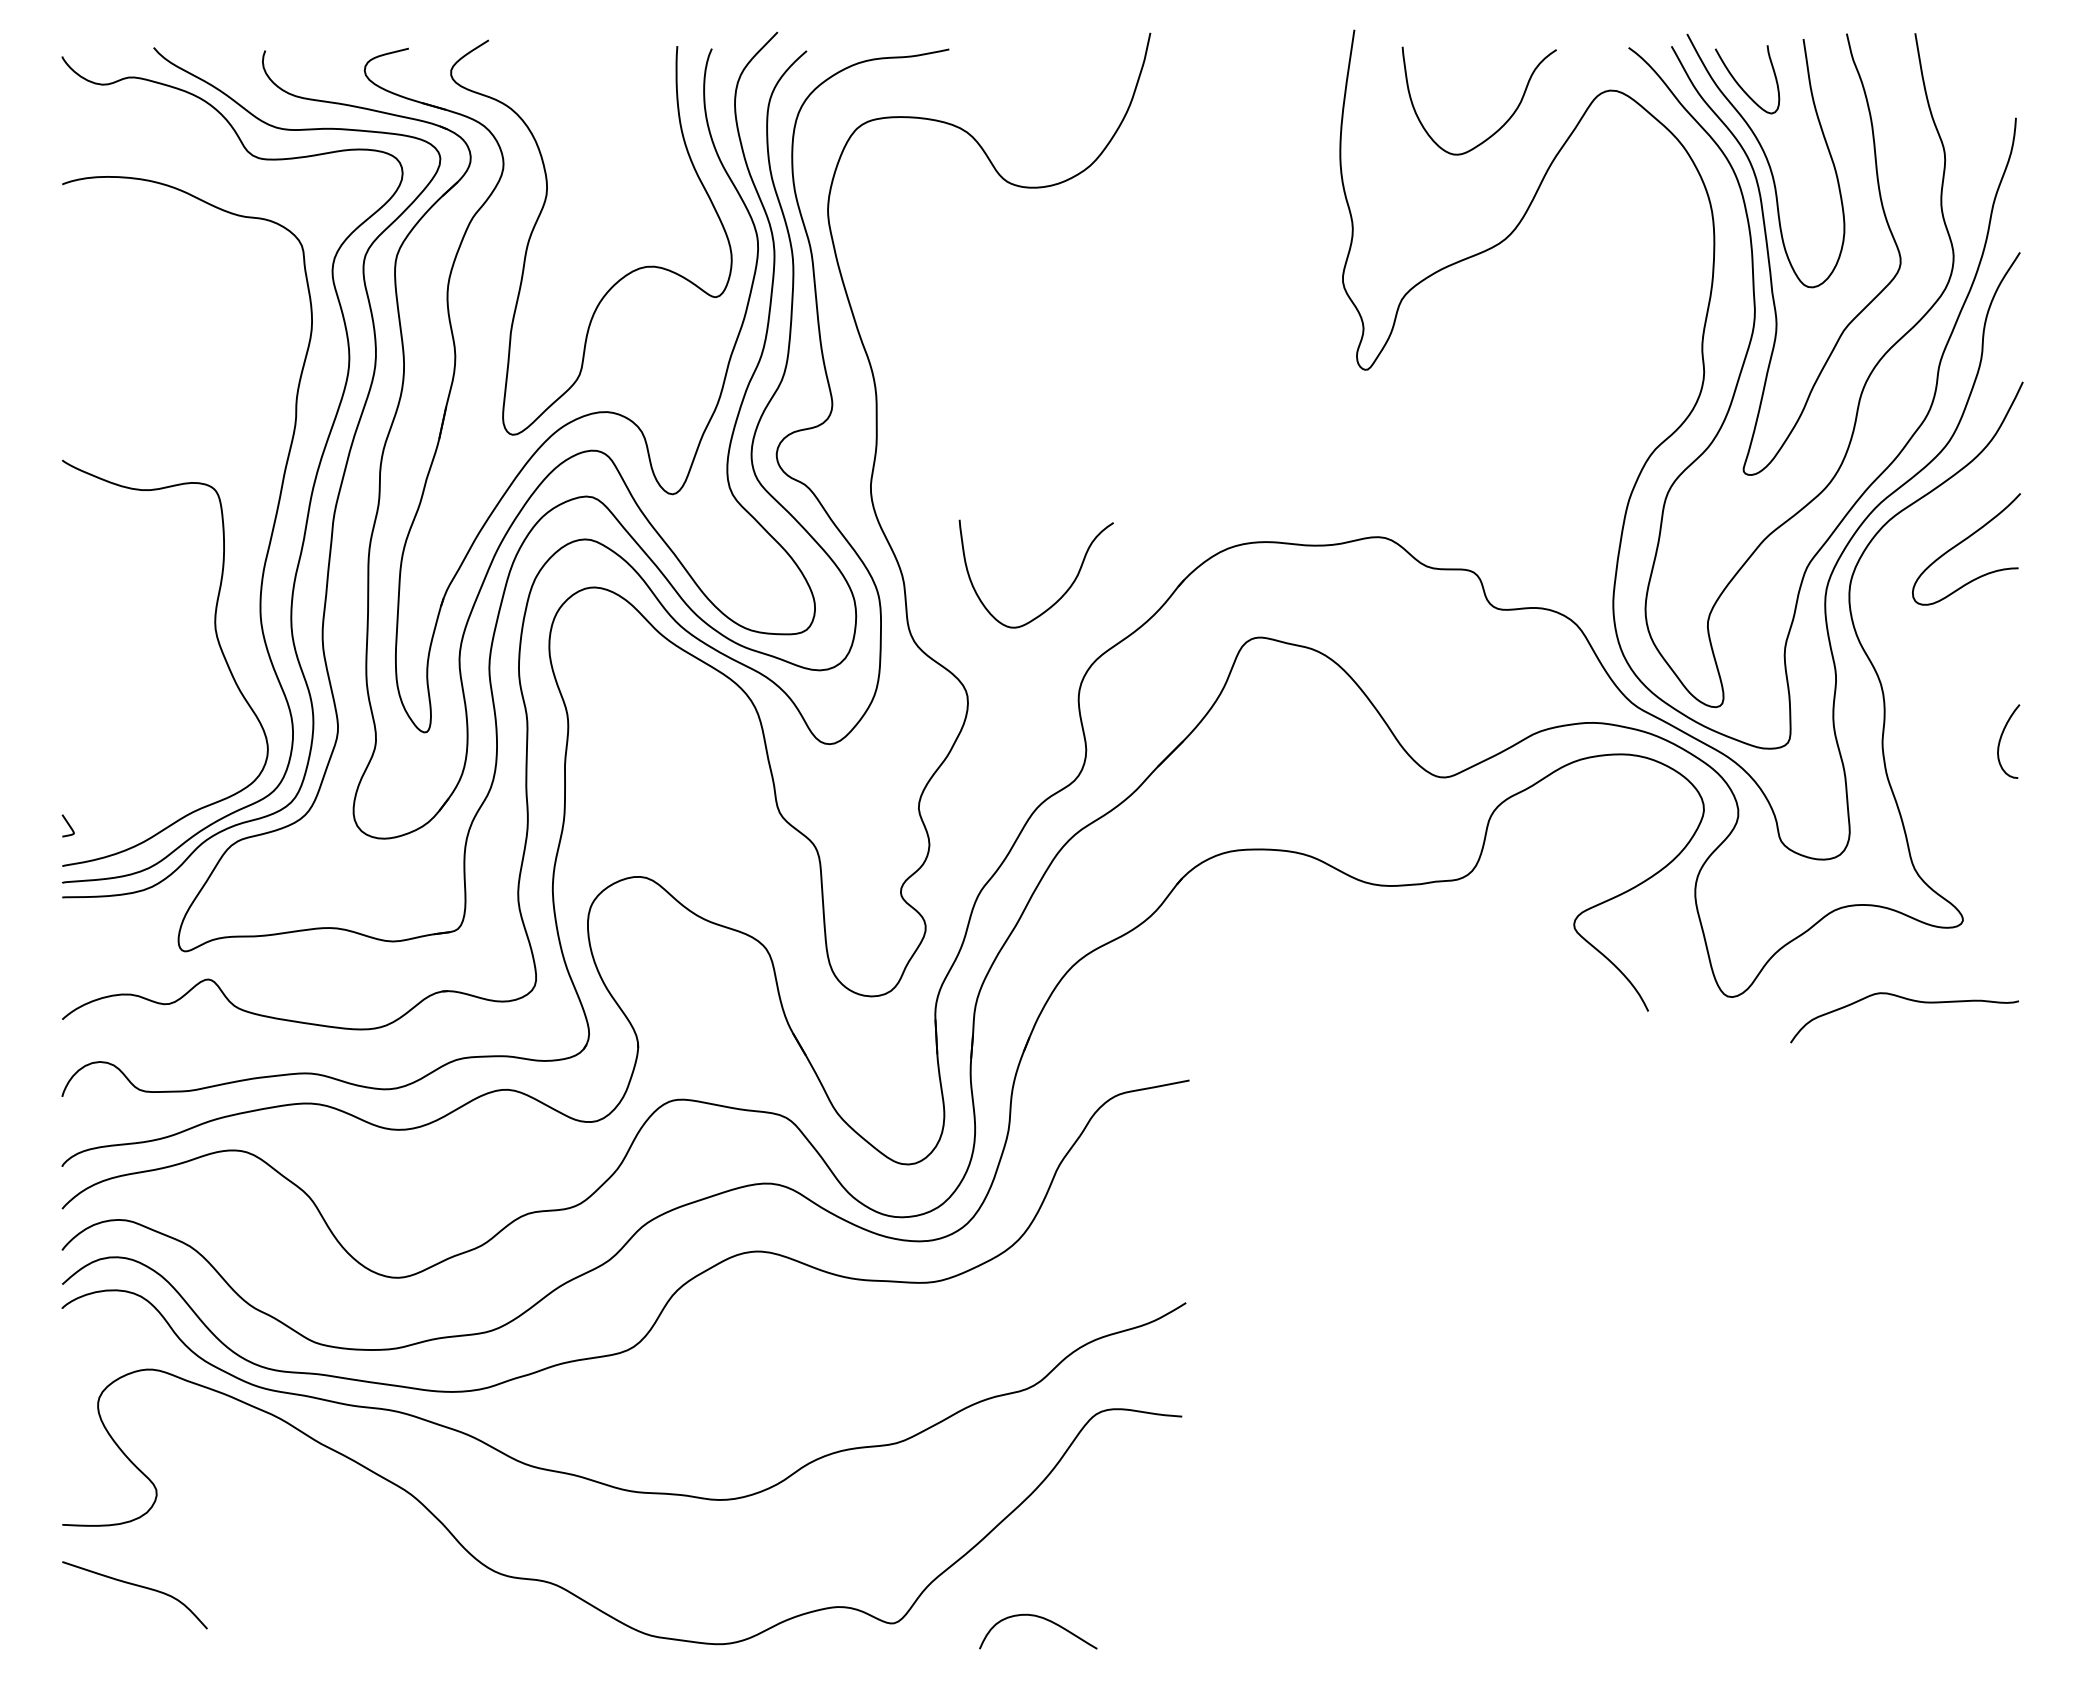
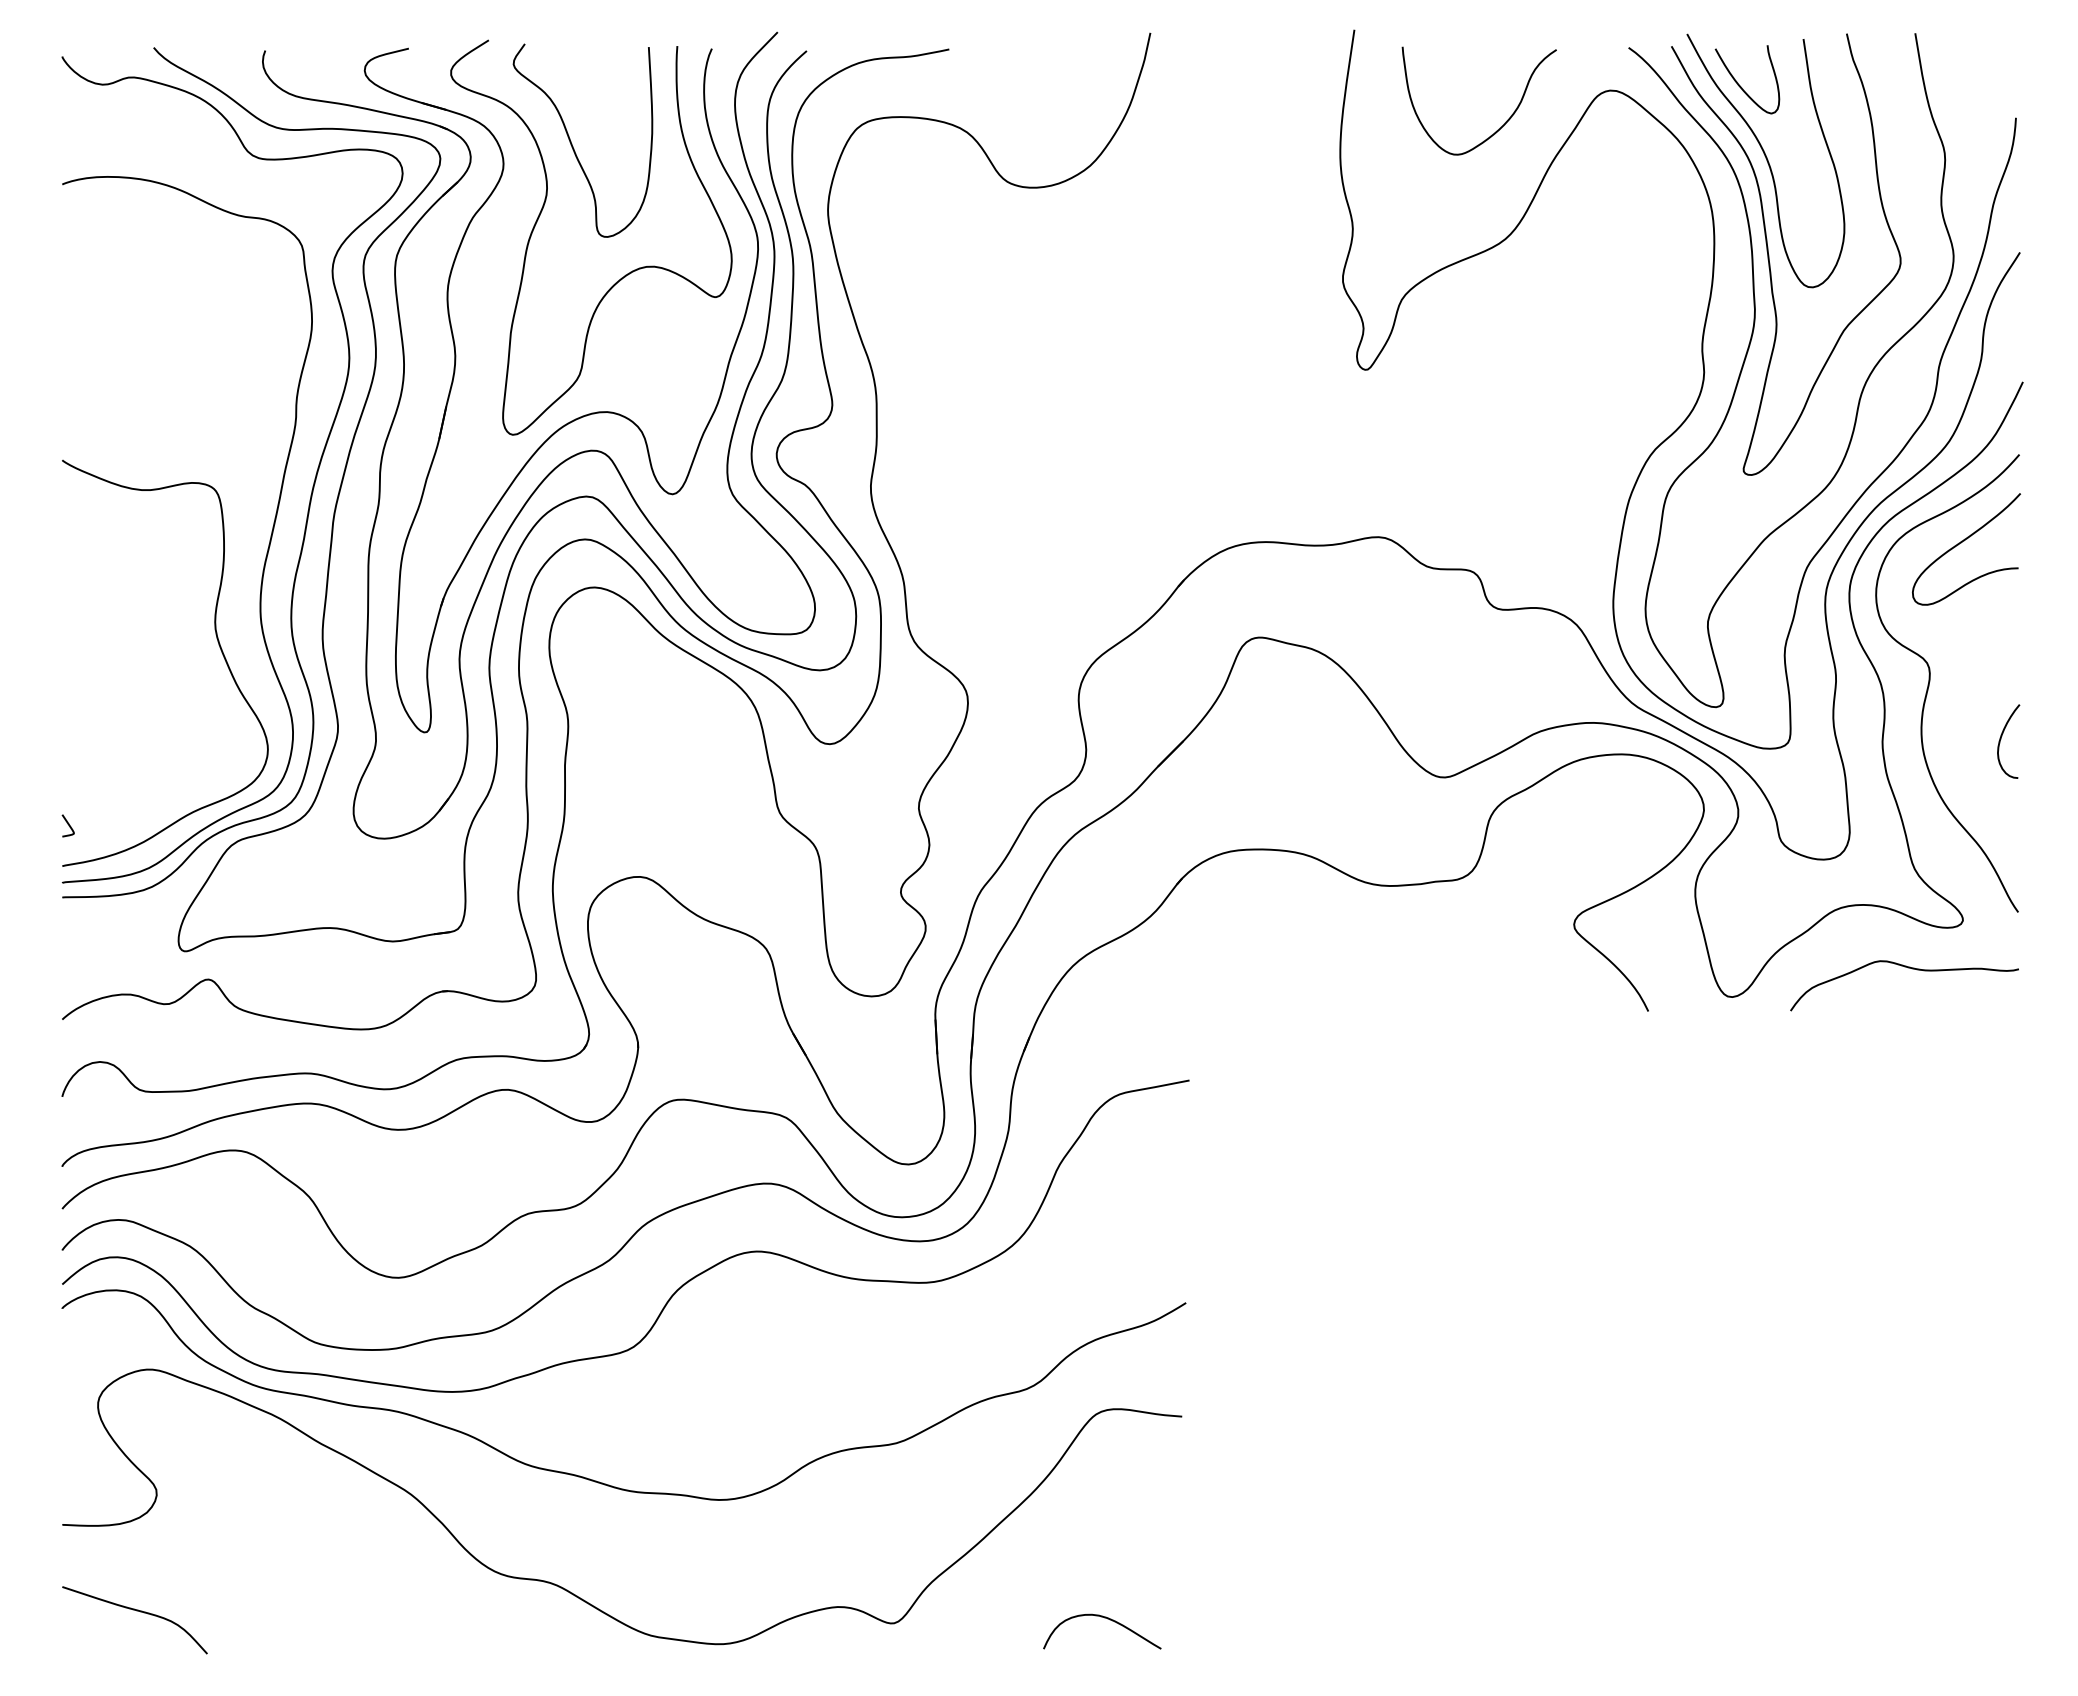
curve at (572, 143): none -> present
curve at (1062, 594): present -> none
curve at (1930, 681): none -> present
curve at (1908, 1000) position: (1908, 1000) -> (1908, 968)
curve at (136, 1586) position: (136, 1586) -> (136, 1611)
curve at (1043, 1619) position: (1043, 1619) -> (1107, 1619)
